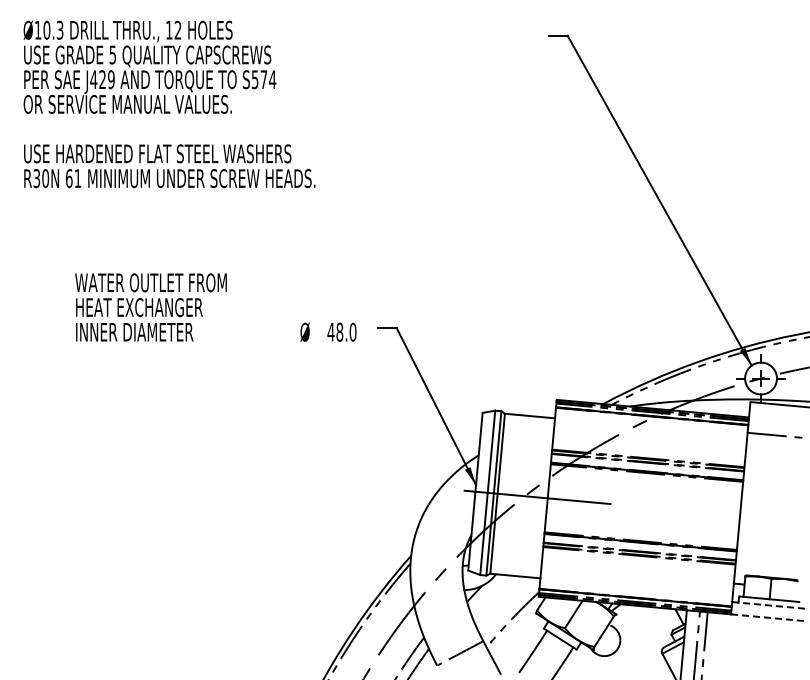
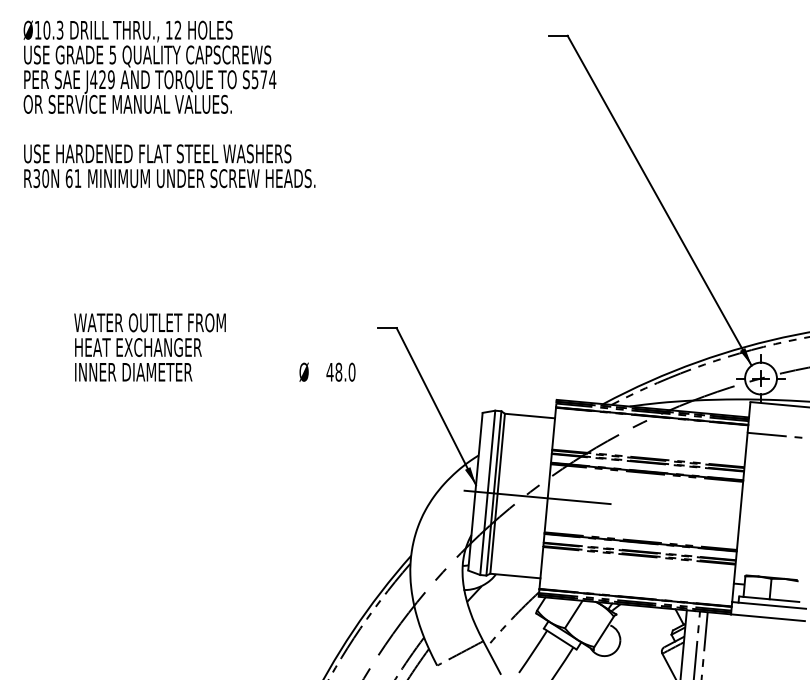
text at (215, 307) position: (215, 307) -> (214, 347)
line at (769, 605): dashed -> solid
line at (768, 617): dashed -> solid
